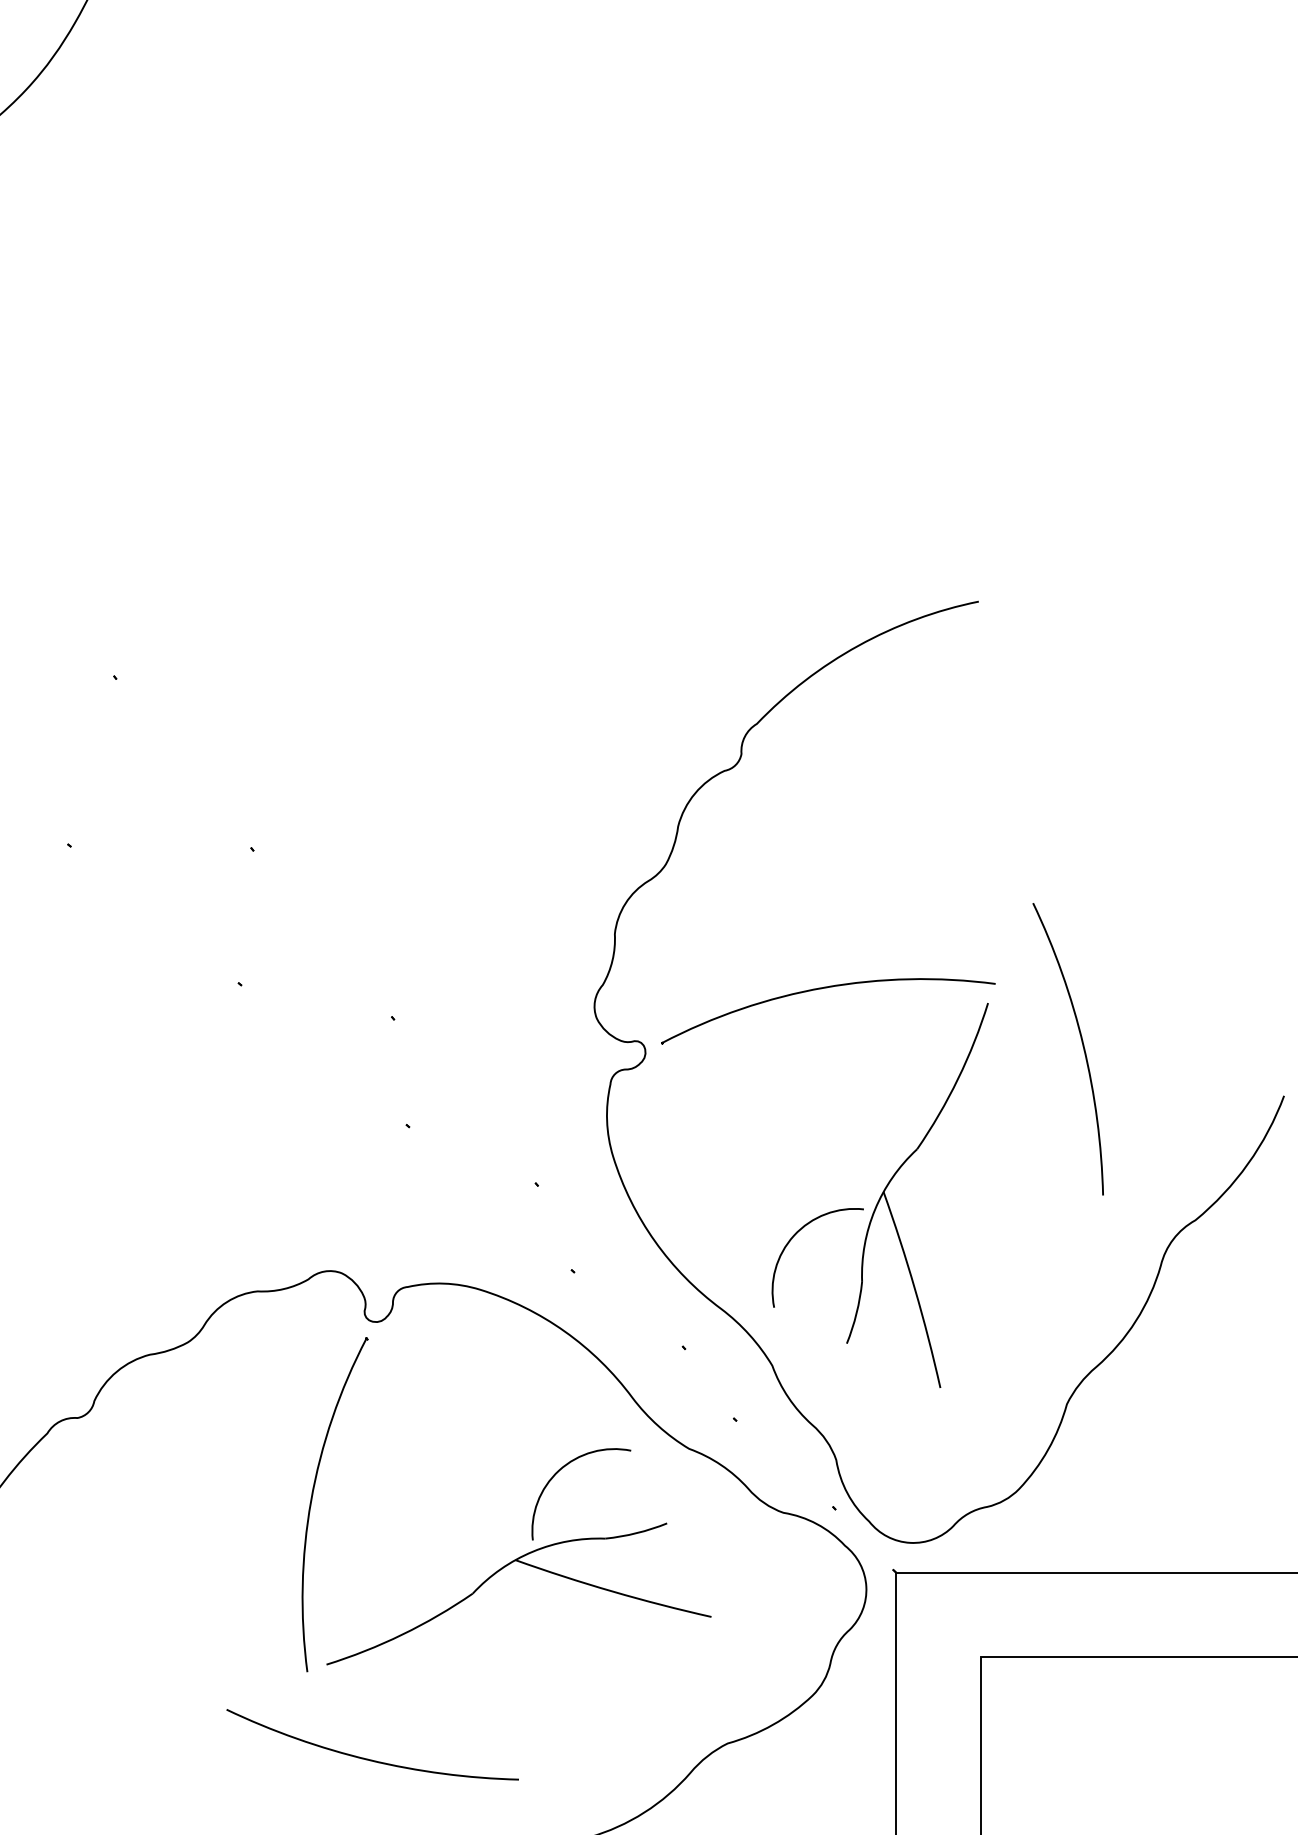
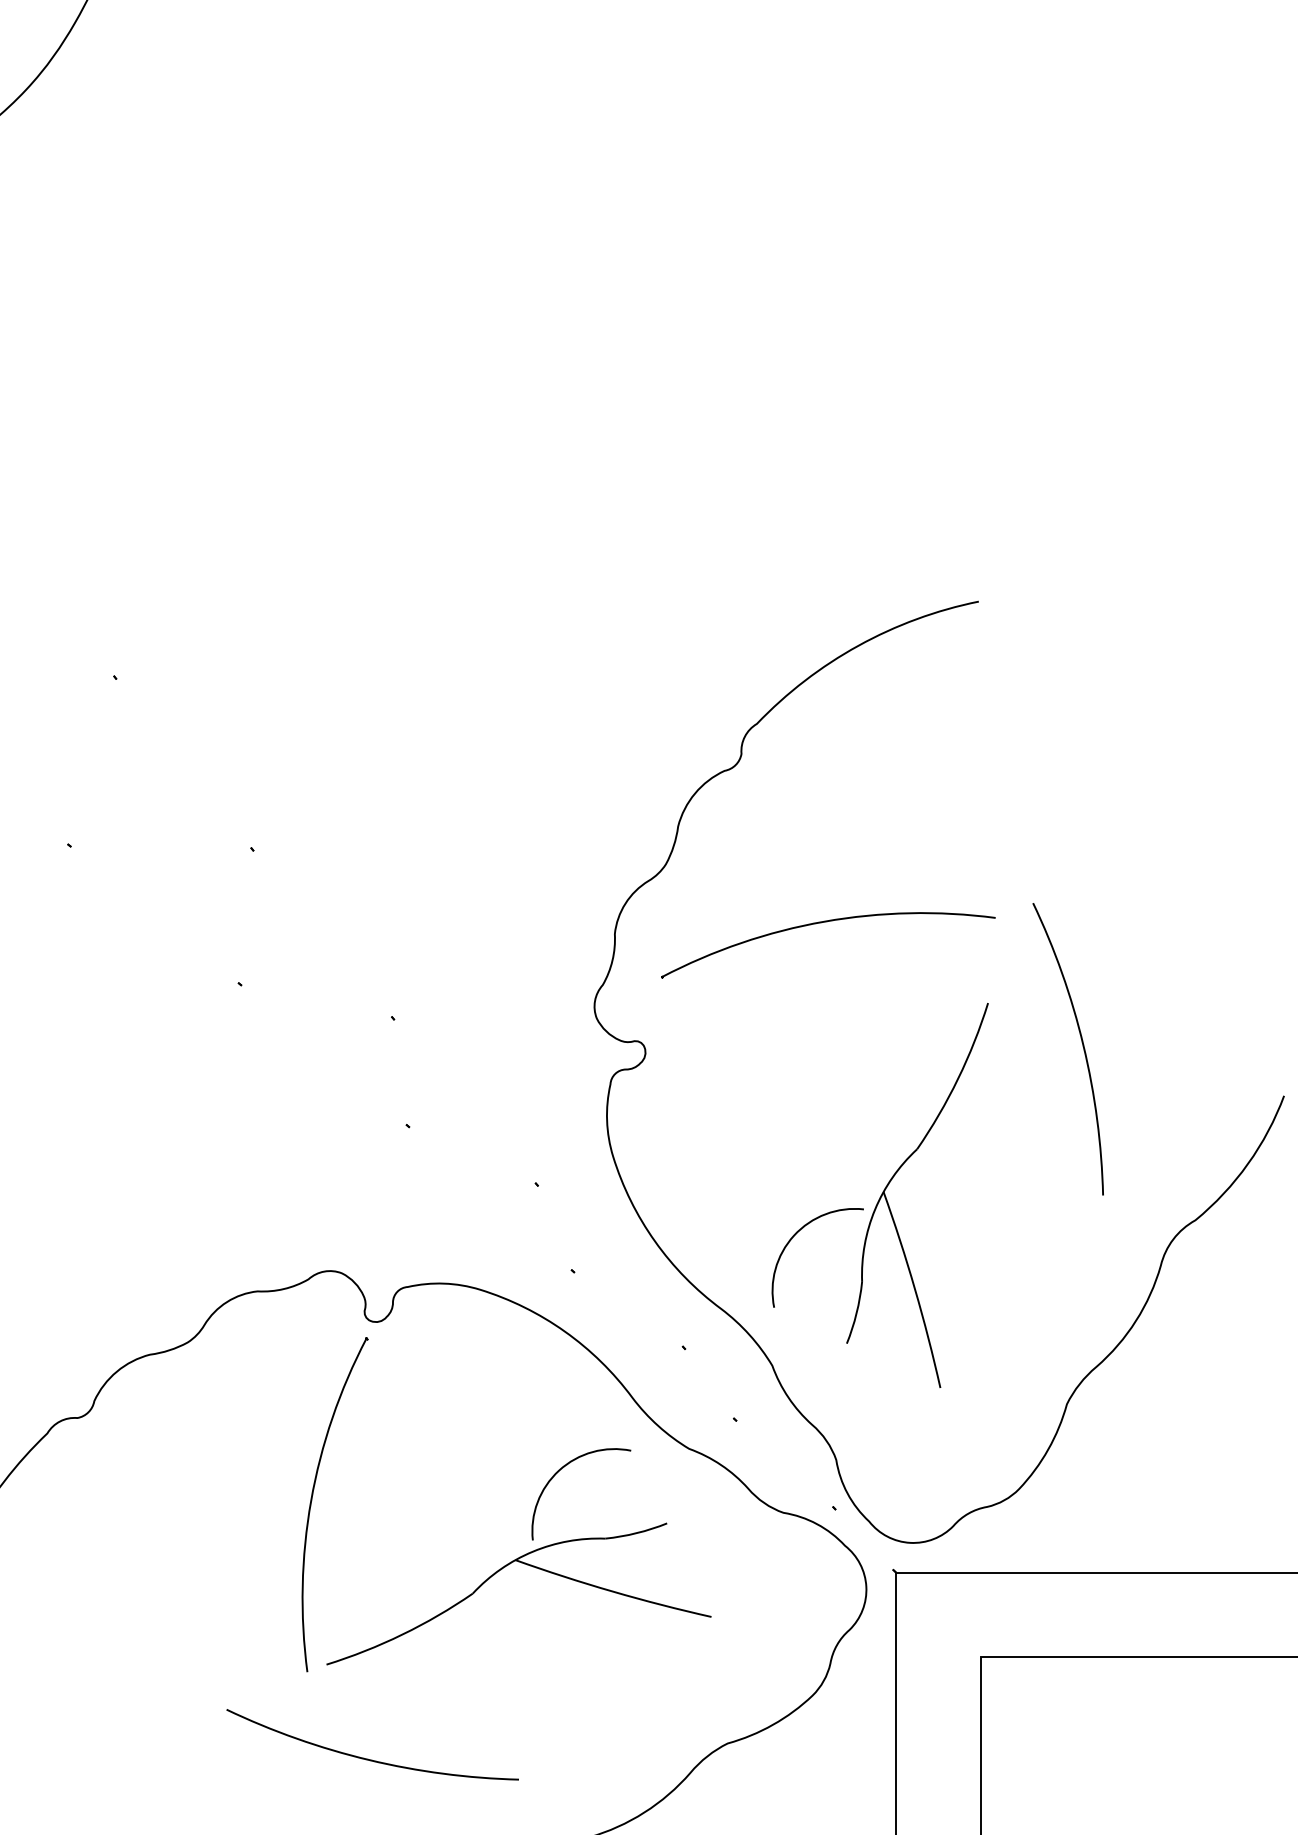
part at (827, 988) position: (827, 988) -> (827, 922)
